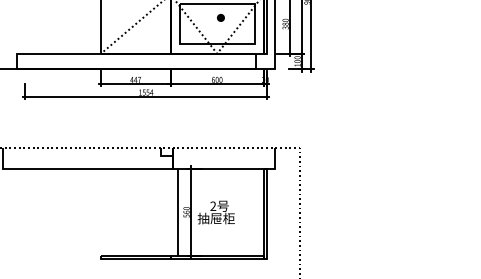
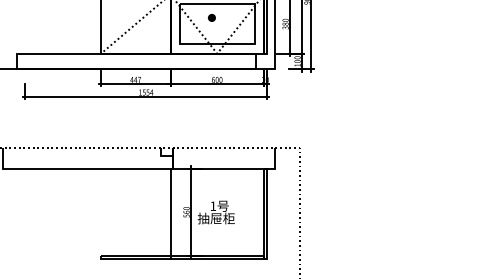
part at (220, 17) position: (220, 17) -> (211, 17)
text at (213, 205): 2 -> 1
line at (177, 211) position: (177, 211) -> (170, 211)
